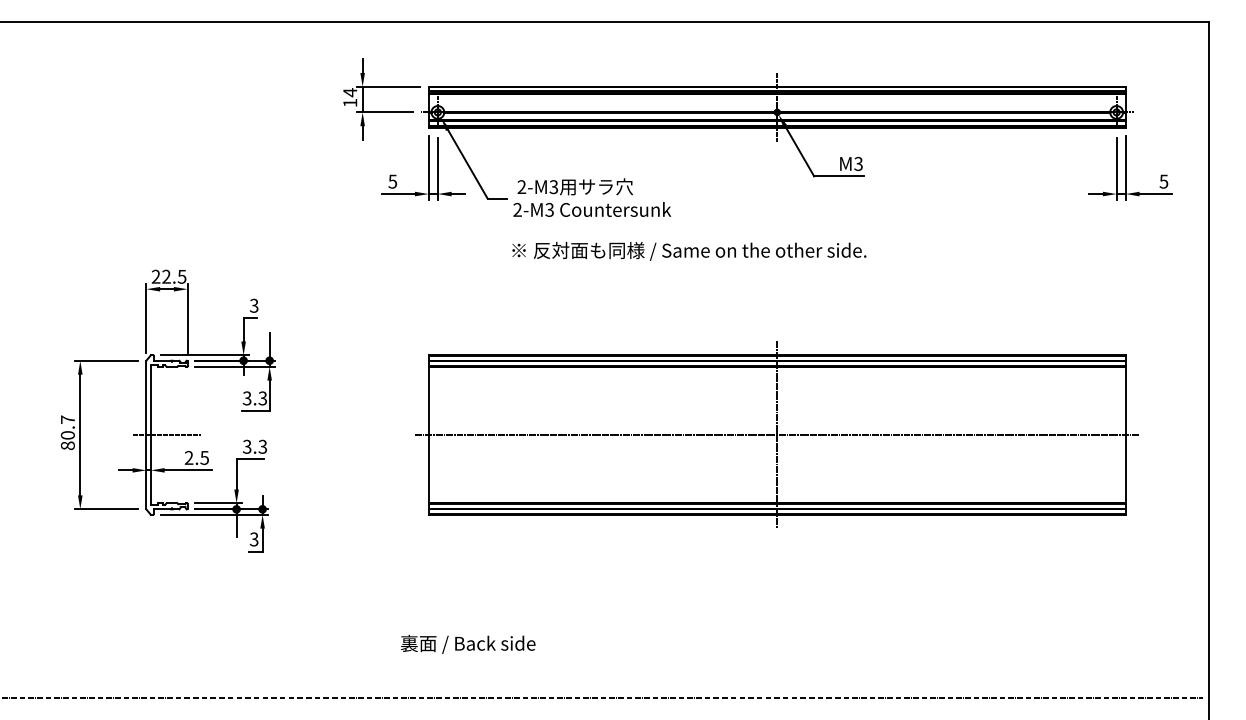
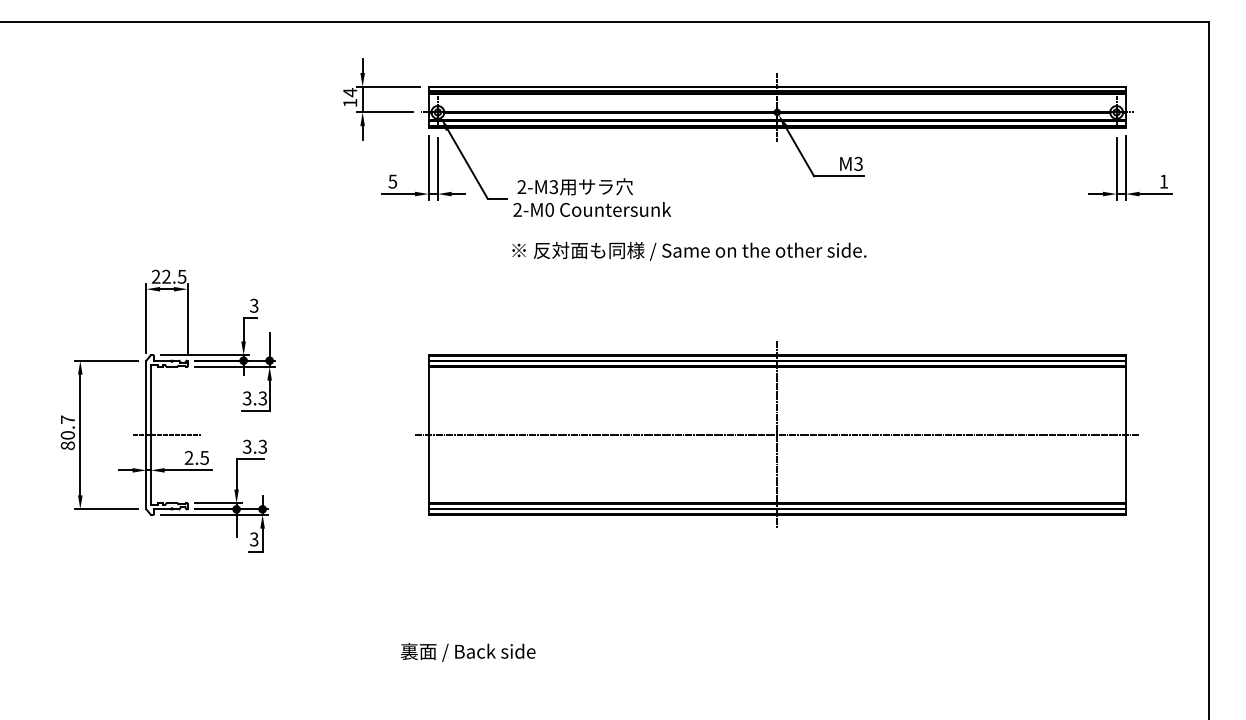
text at (1163, 181): 5 -> 1
text at (549, 209): 2-M3 -> 2-M0
text at (468, 643) position: (468, 643) -> (468, 651)
line at (602, 698): present -> none
